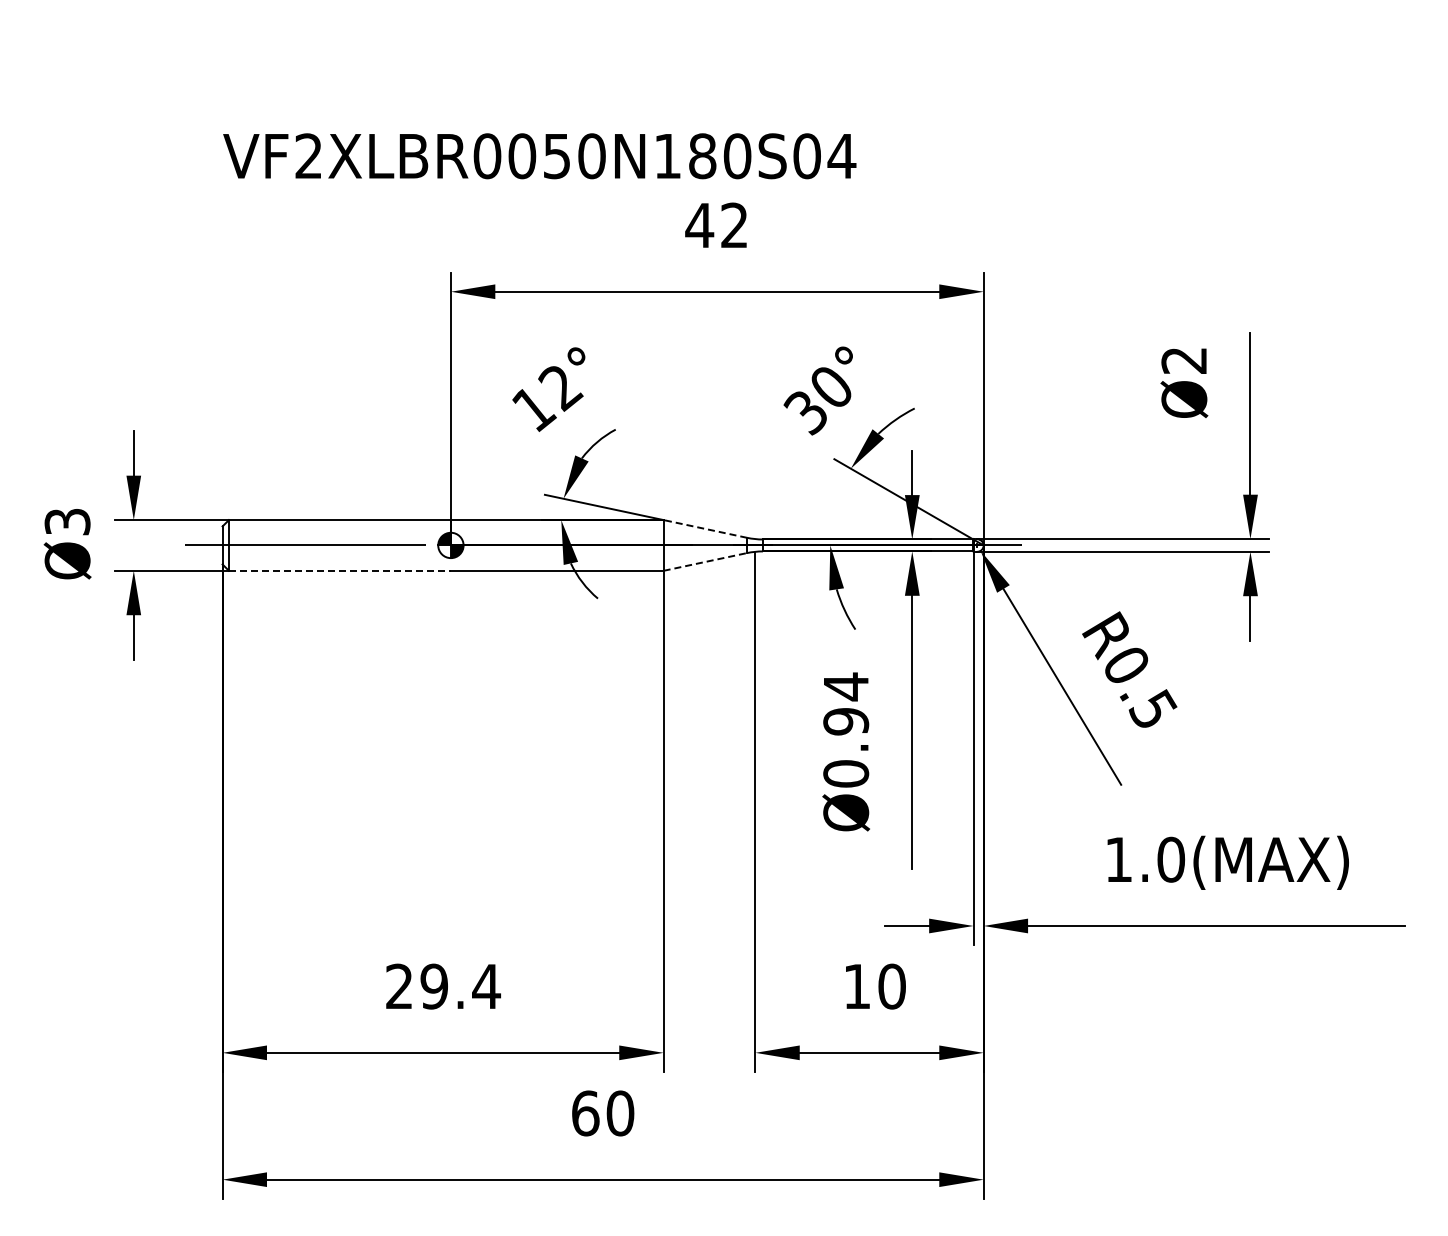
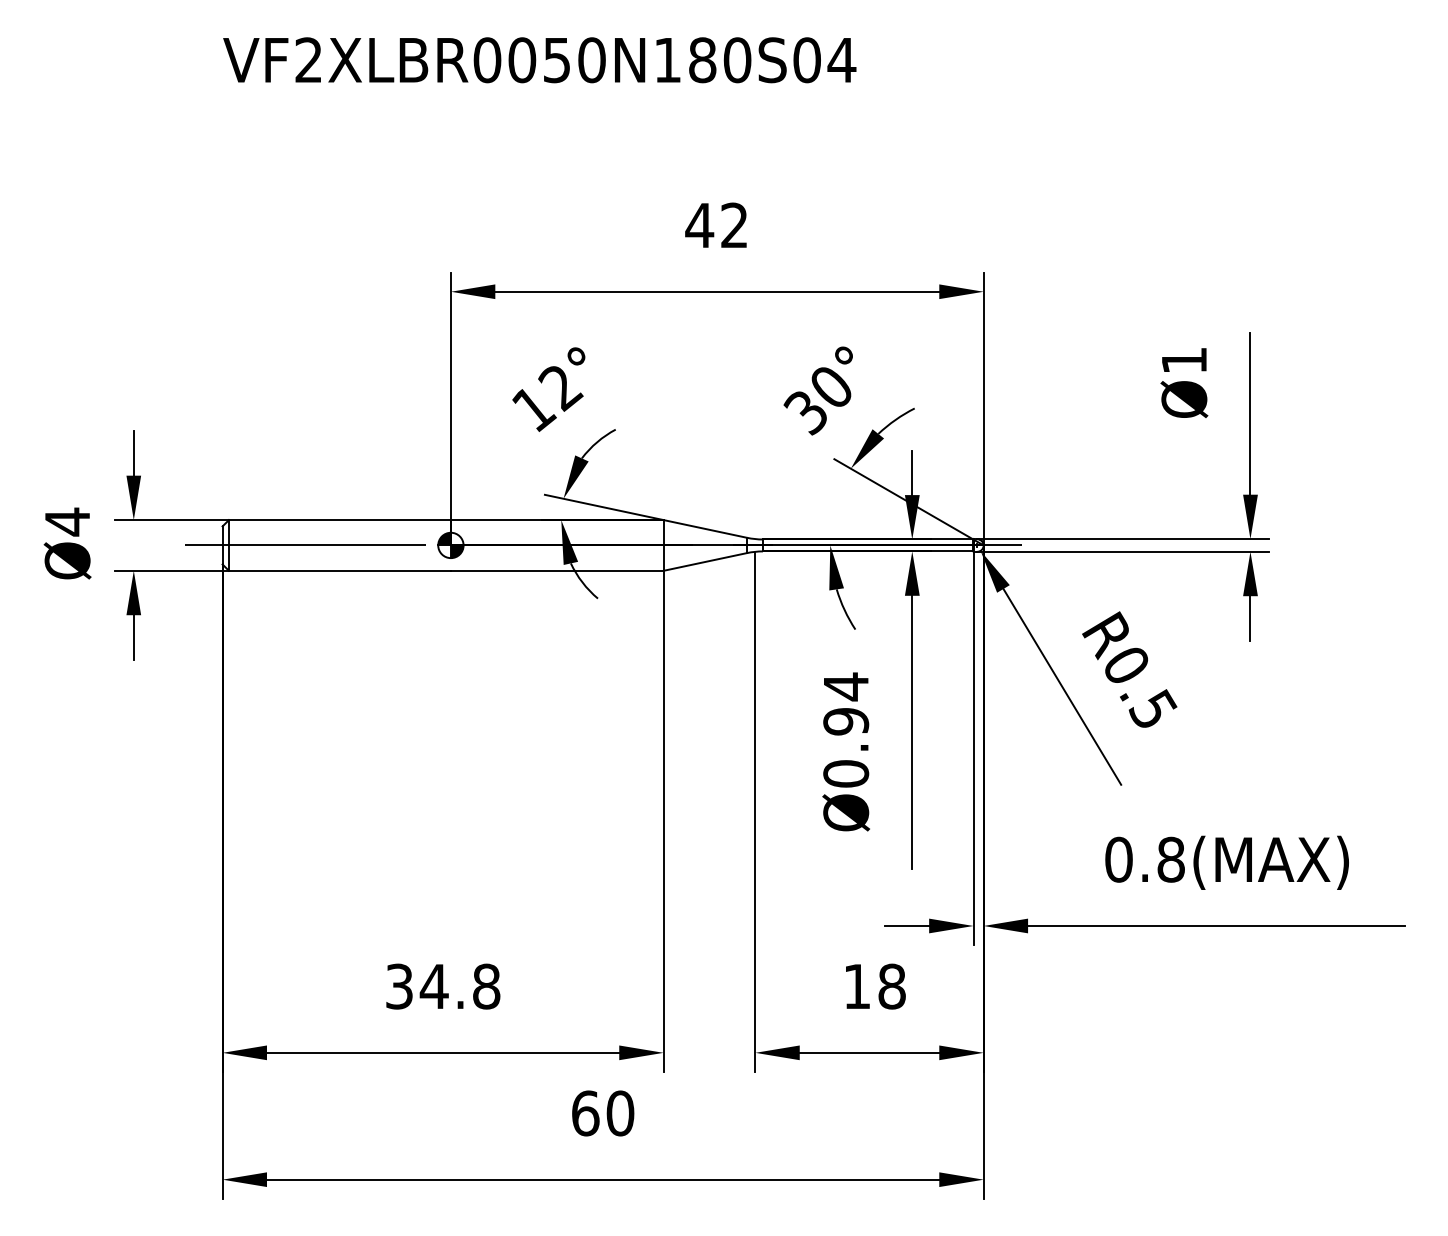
text at (539, 156) position: (539, 156) -> (539, 60)
text at (1183, 360): Ø2 -> Ø1
text at (67, 521): Ø3 -> Ø4
line at (705, 528): dashed -> solid
line at (705, 561): dashed -> solid
line at (339, 570): dashed -> solid
text at (1145, 859): 1.0(MAX) -> 0.8(MAX)
text at (443, 986): 29.4 -> 34.8
text at (891, 986): 10 -> 18
